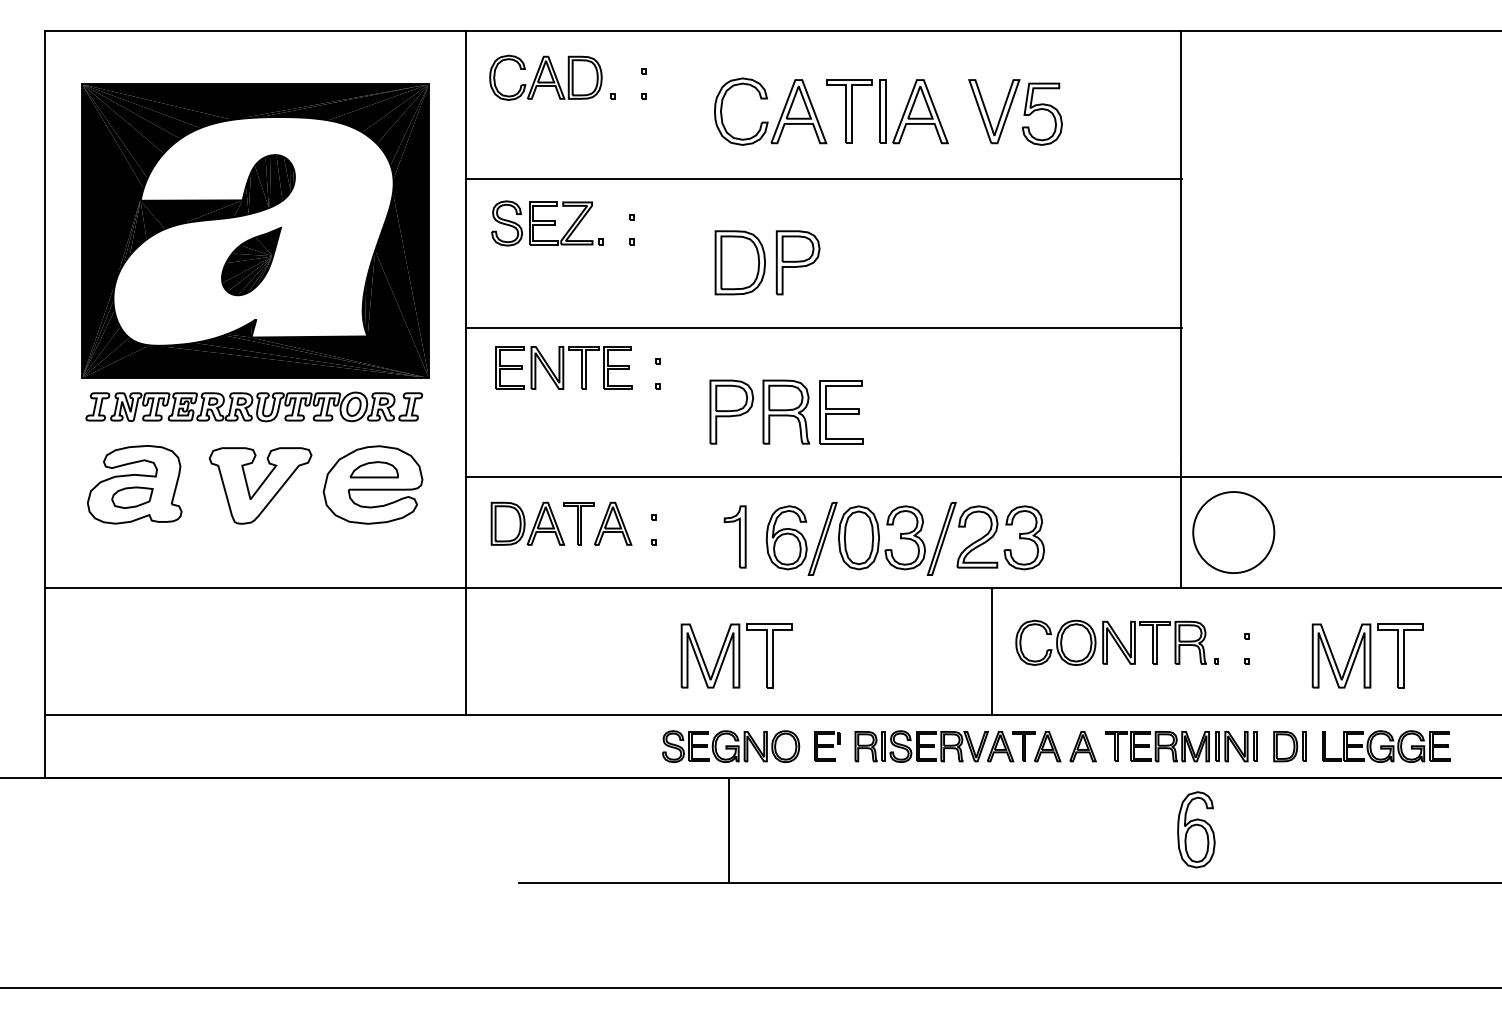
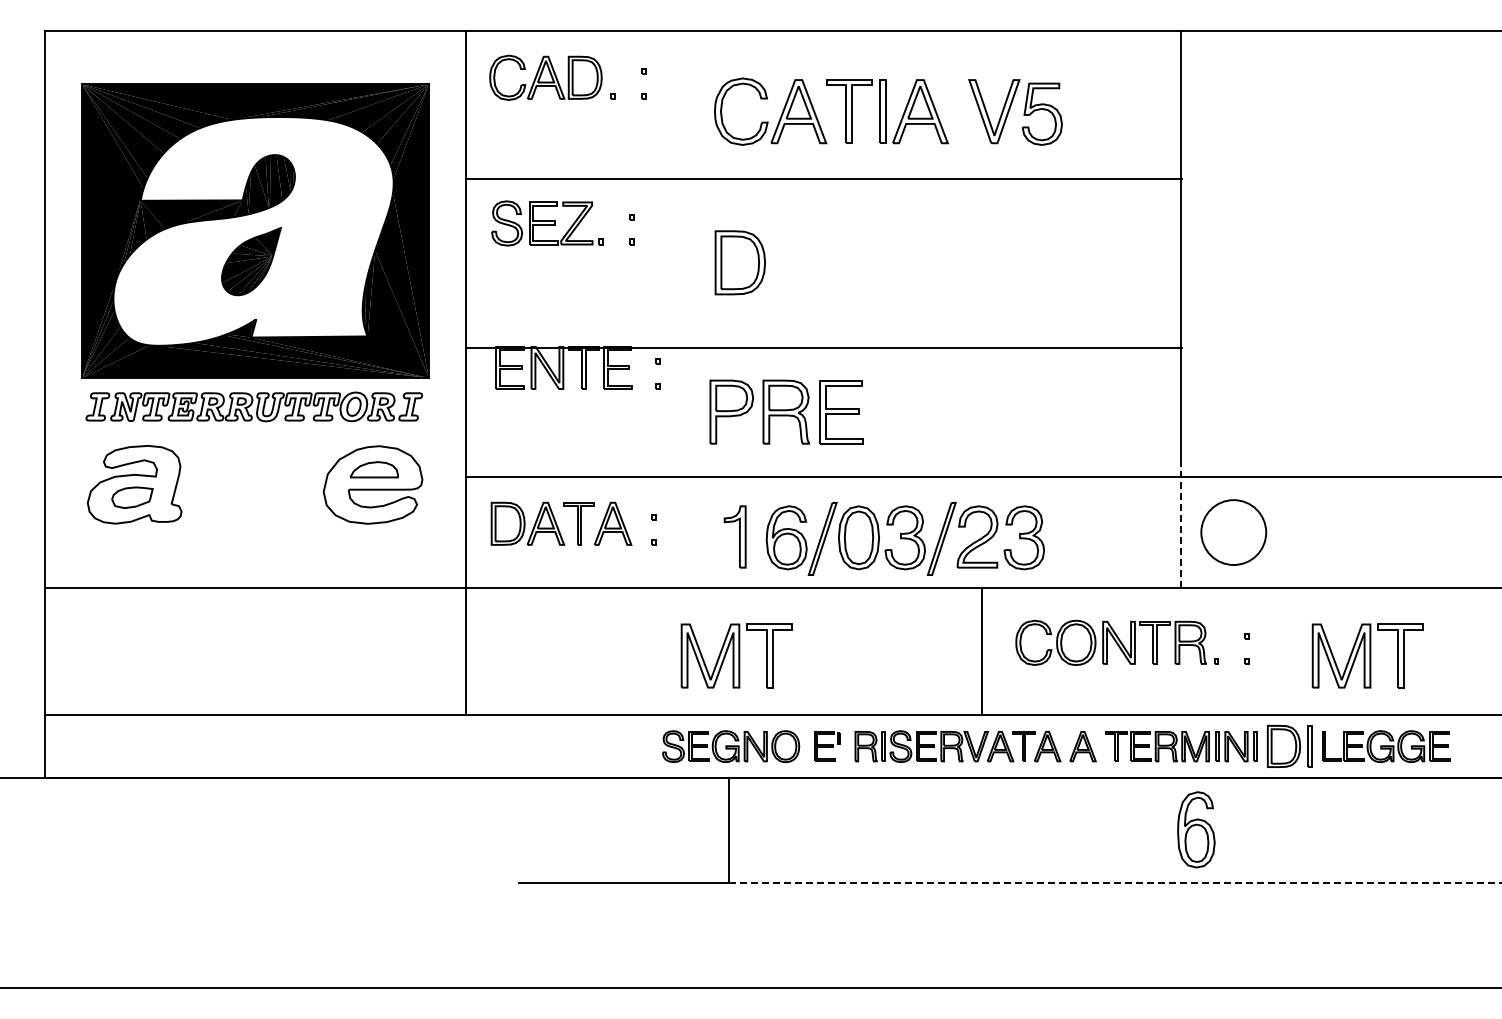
part at (797, 262): present -> none
line at (823, 328) position: (823, 328) -> (823, 348)
part at (260, 485): present -> none
line at (1181, 524): solid -> dashed
circle at (1233, 532) diameter: 81 px -> 65 px
line at (992, 651) position: (992, 651) -> (982, 651)
part at (1289, 746) size: 34x32 px -> 46x43 px
line at (1115, 883): solid -> dashed
